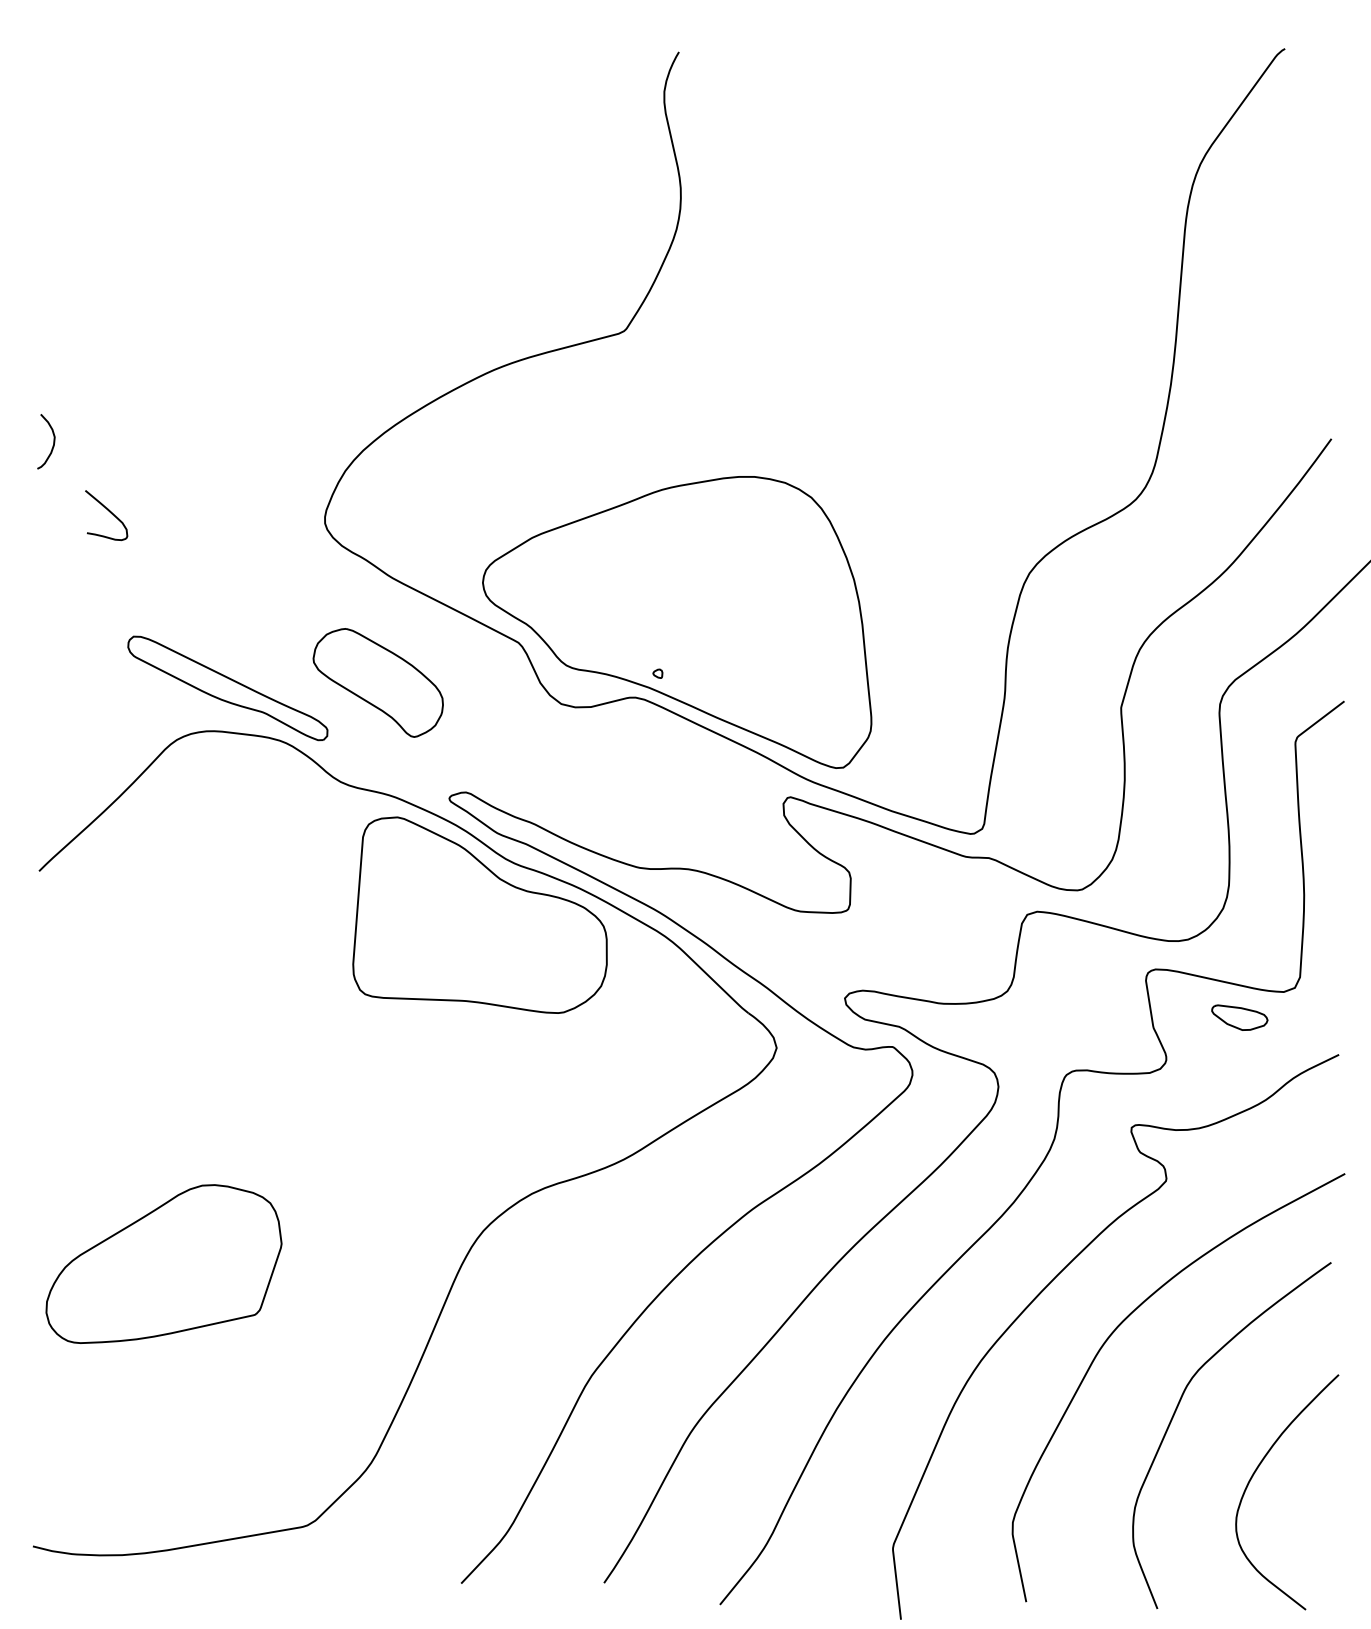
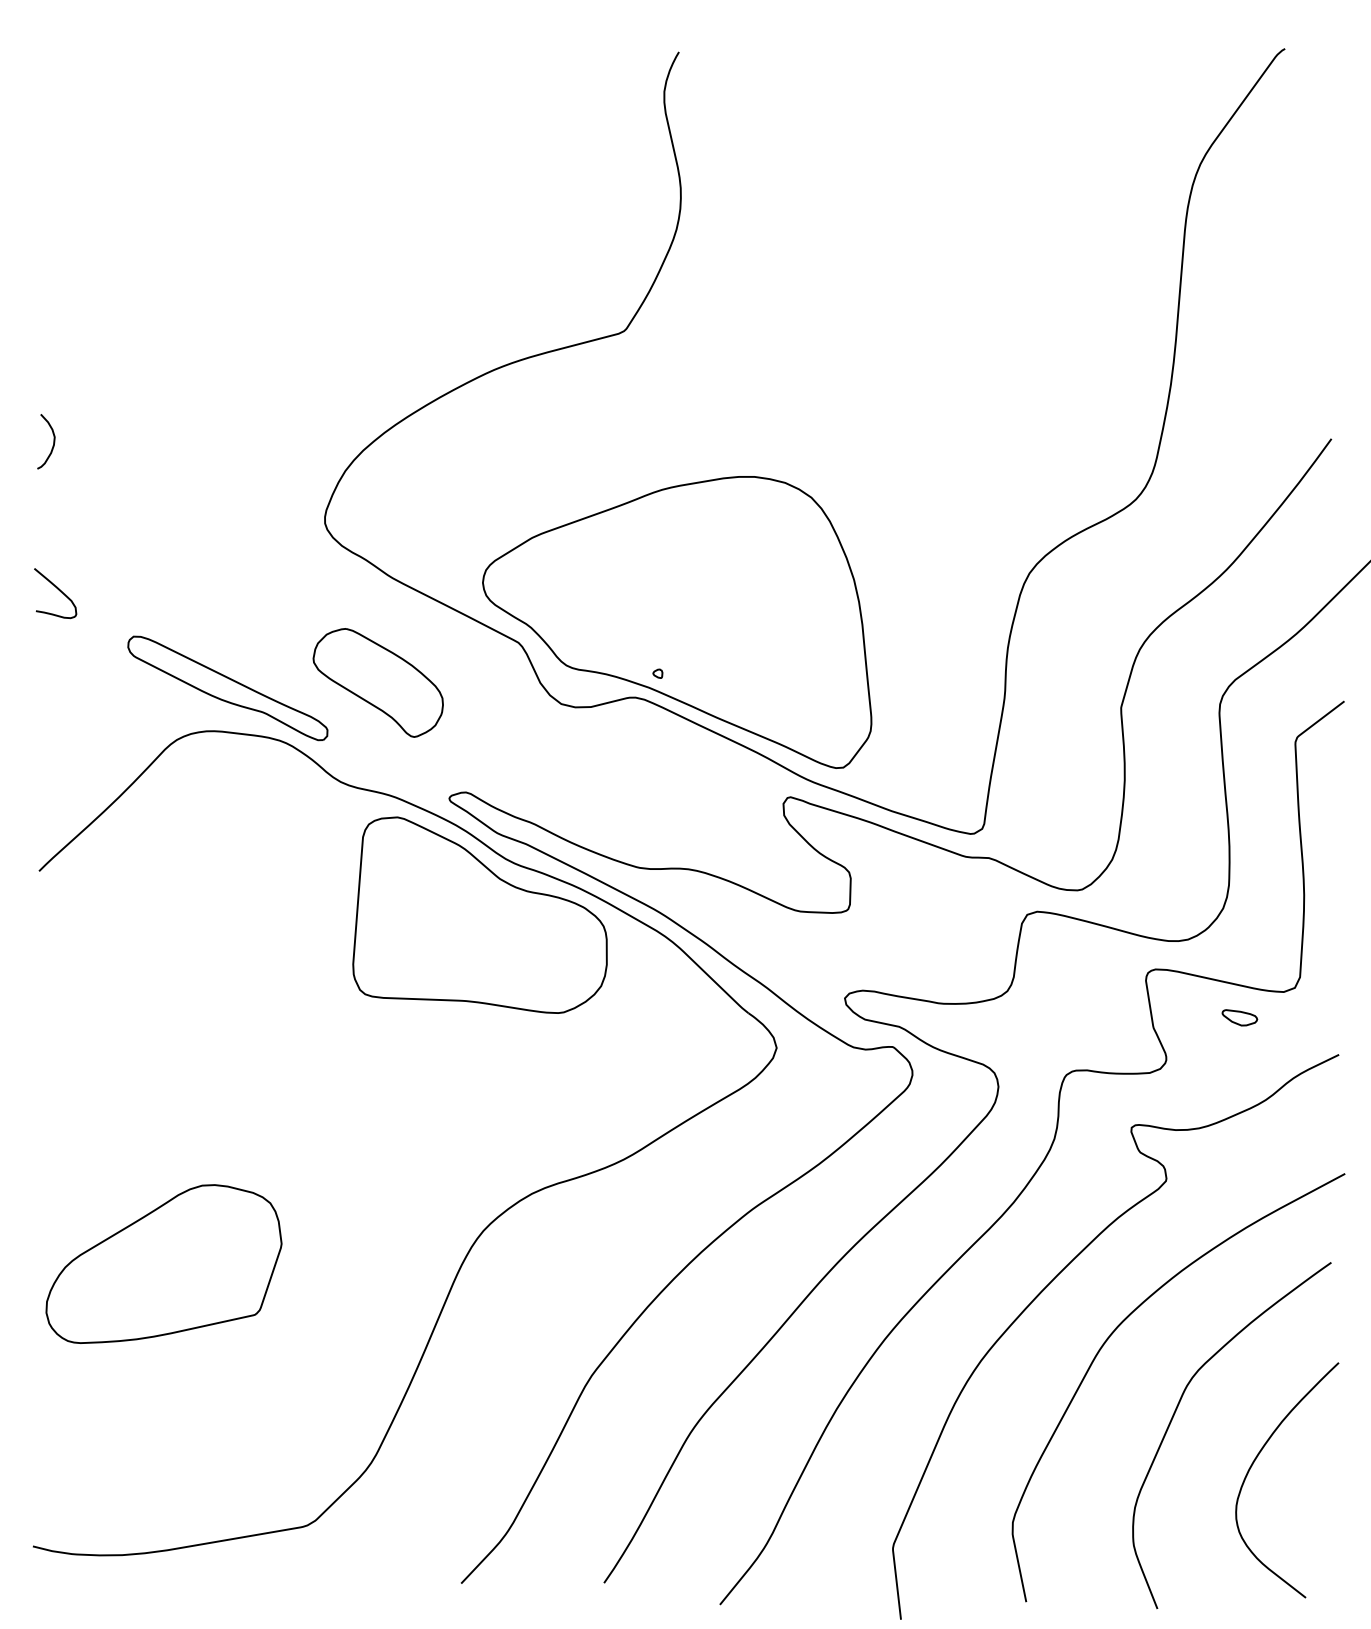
curve at (109, 512) position: (109, 512) -> (58, 590)
part at (1239, 1017) size: 58x27 px -> 38x18 px
curve at (1256, 1471) position: (1256, 1471) -> (1256, 1459)
